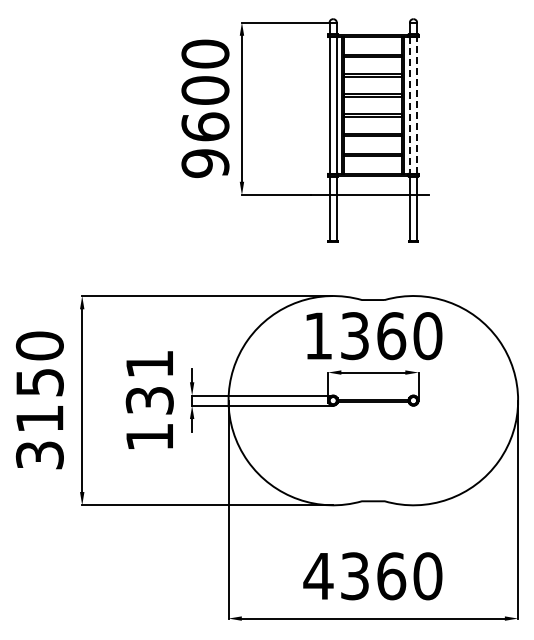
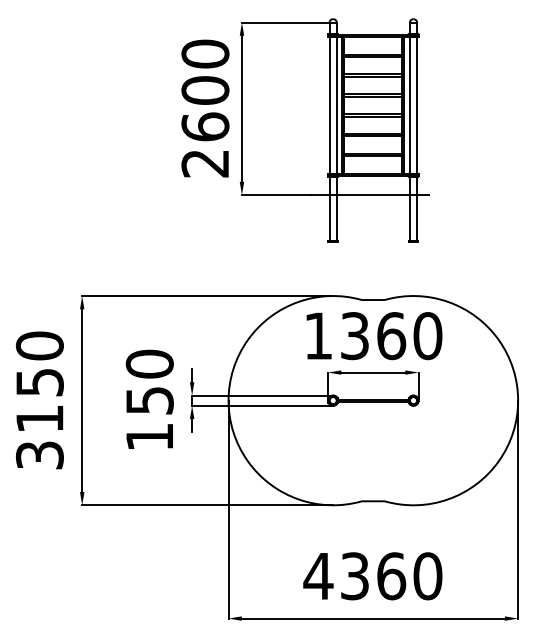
line at (417, 104): dashed -> solid
line at (409, 105): dashed -> solid
text at (205, 163): 9600 -> 2600
text at (149, 381): 131 -> 150
